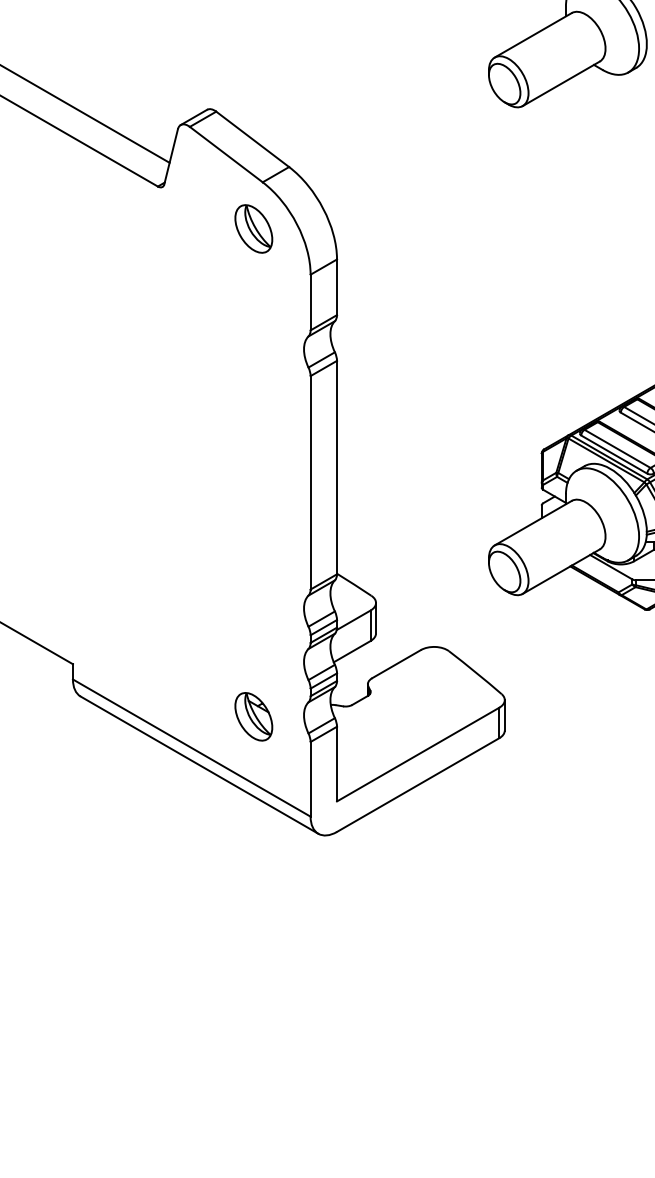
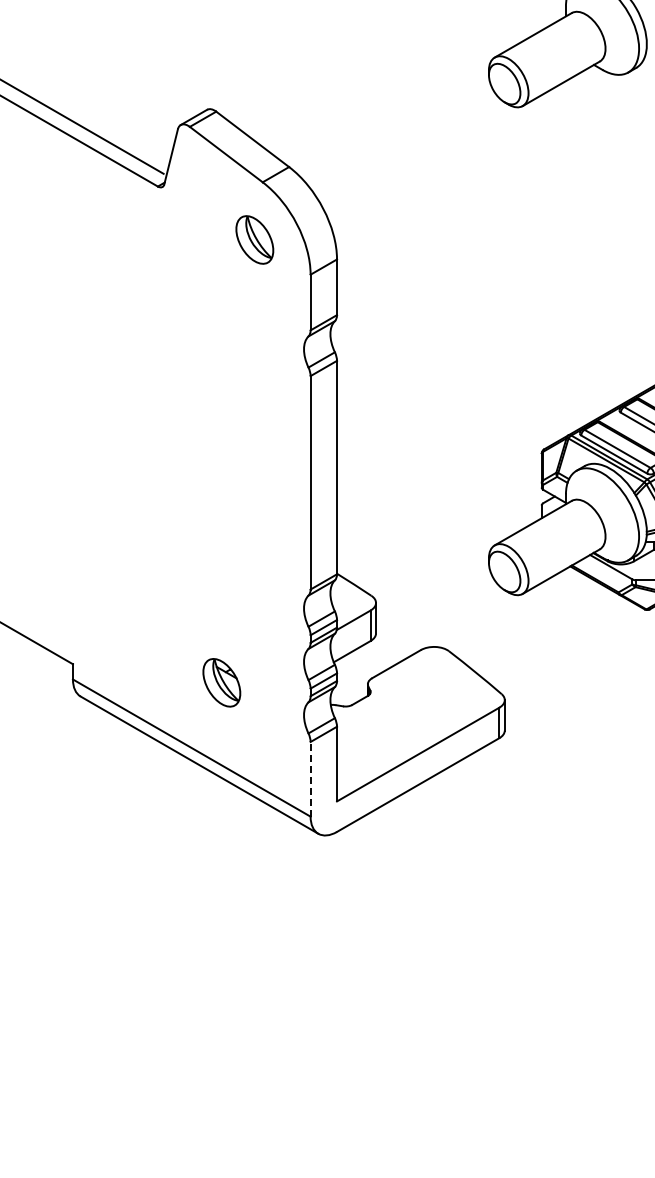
line at (85, 114) position: (85, 114) -> (82, 126)
part at (253, 228) position: (253, 228) -> (254, 239)
part at (253, 716) position: (253, 716) -> (221, 682)
line at (310, 778): solid -> dashed
